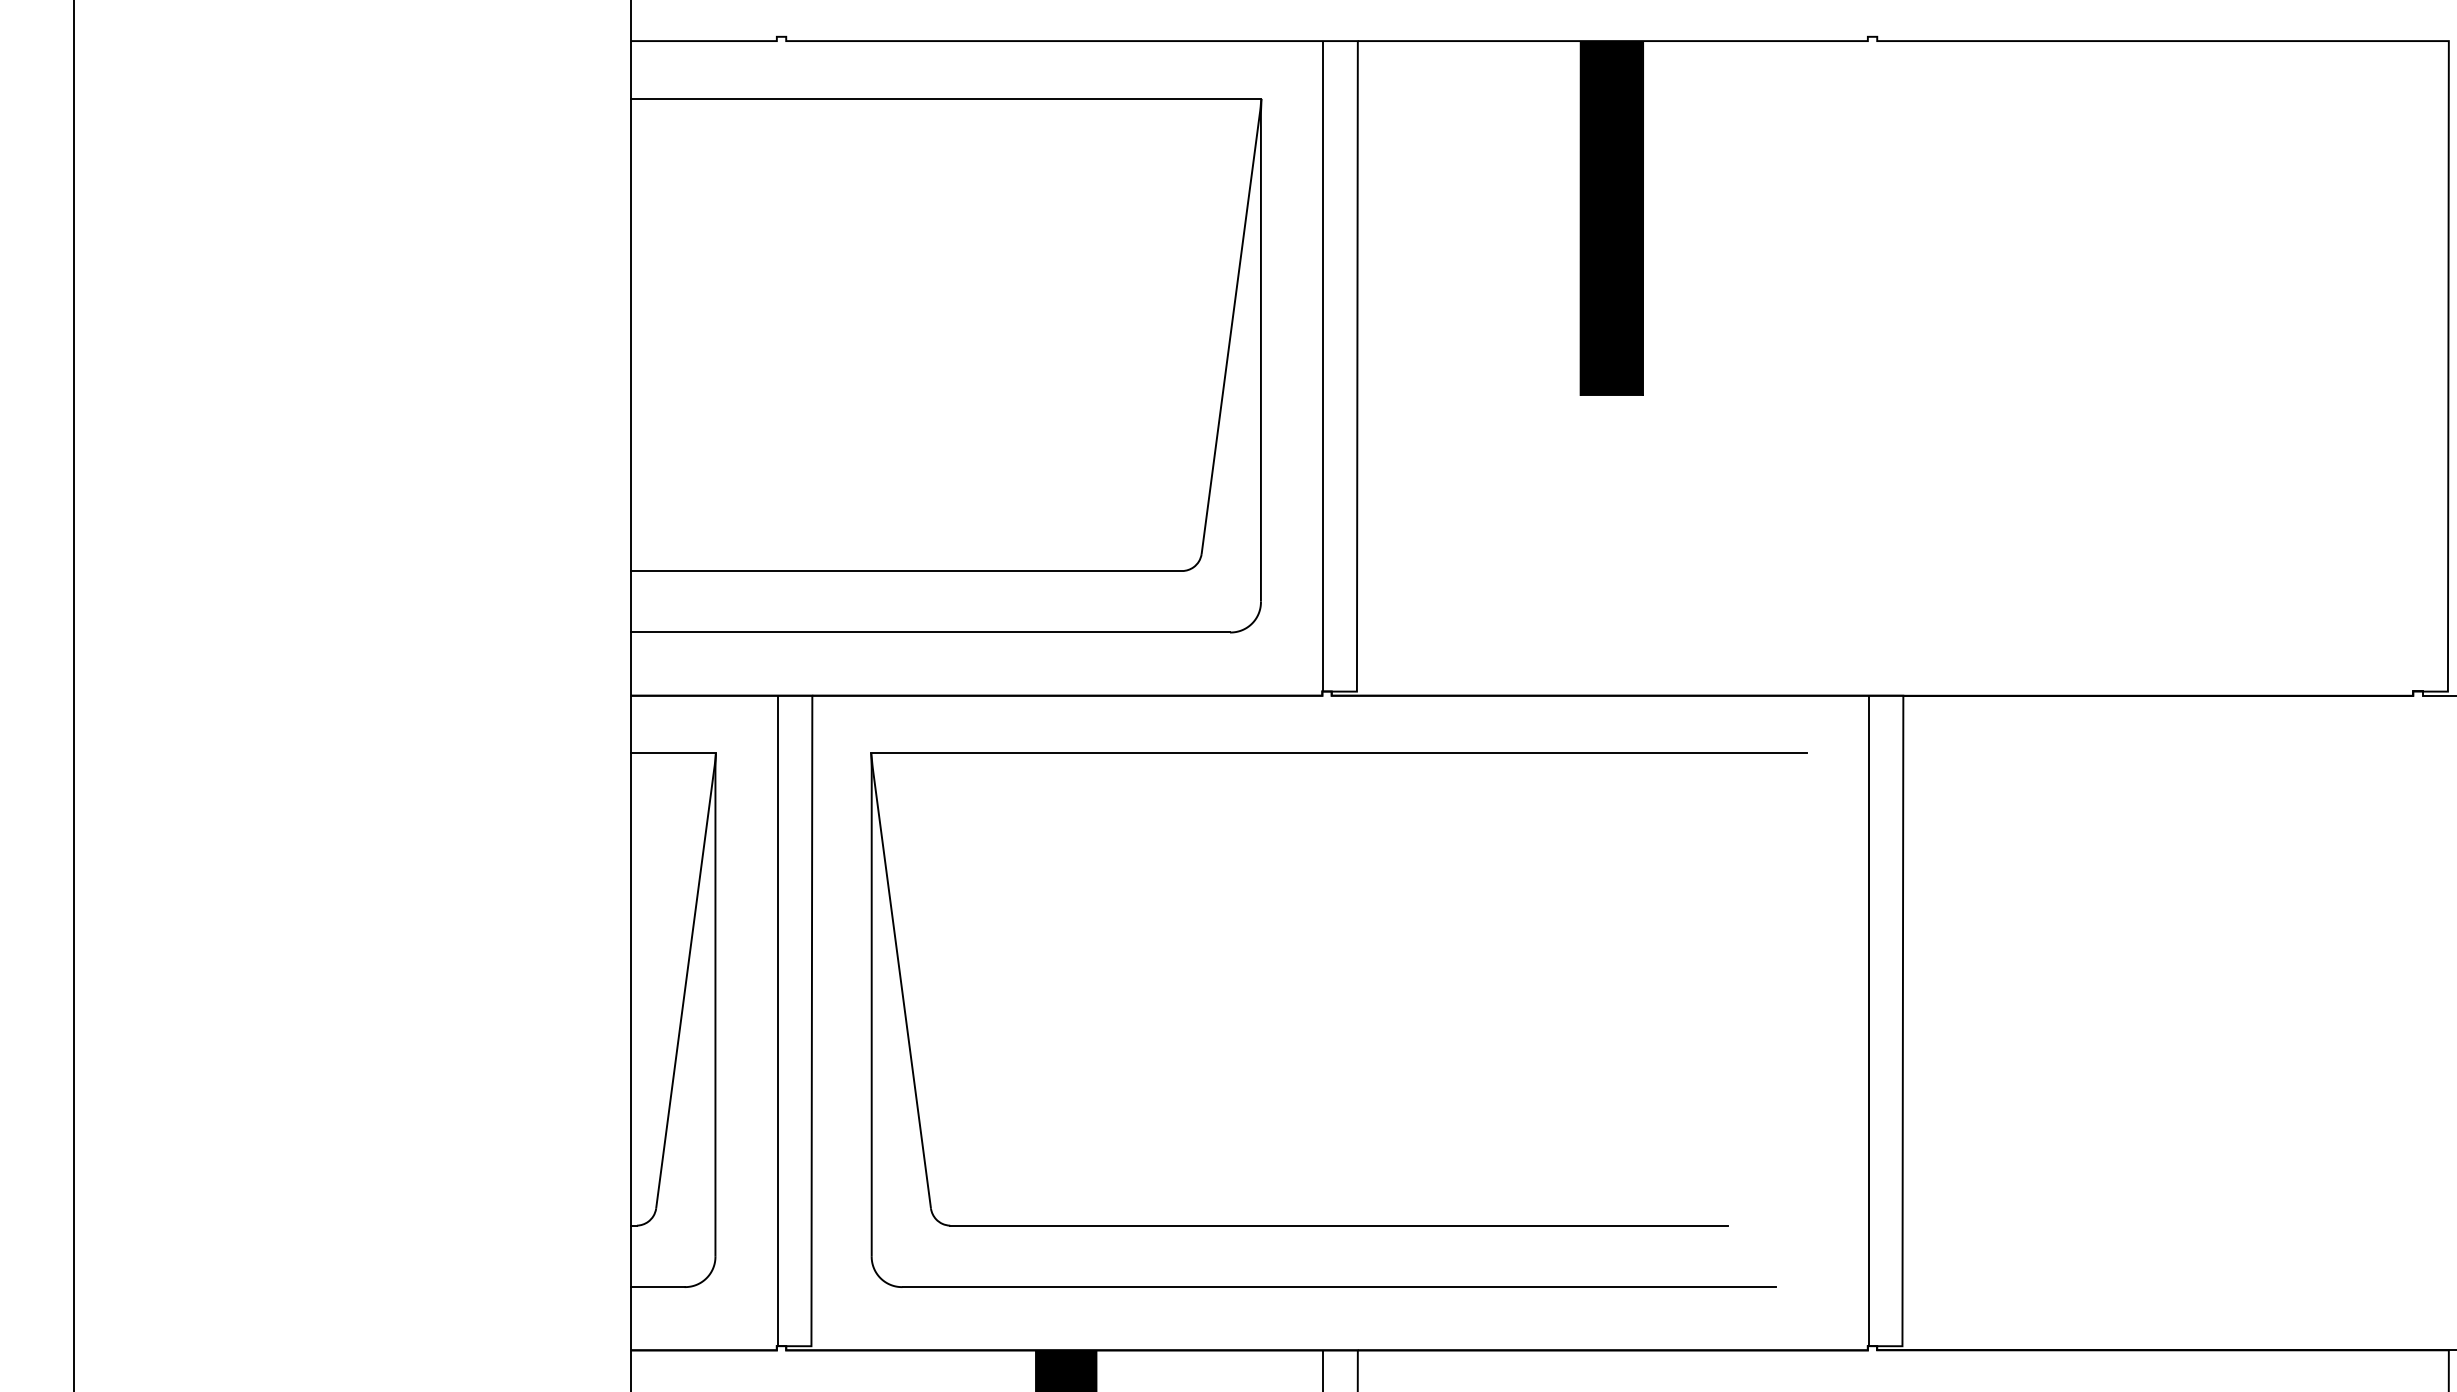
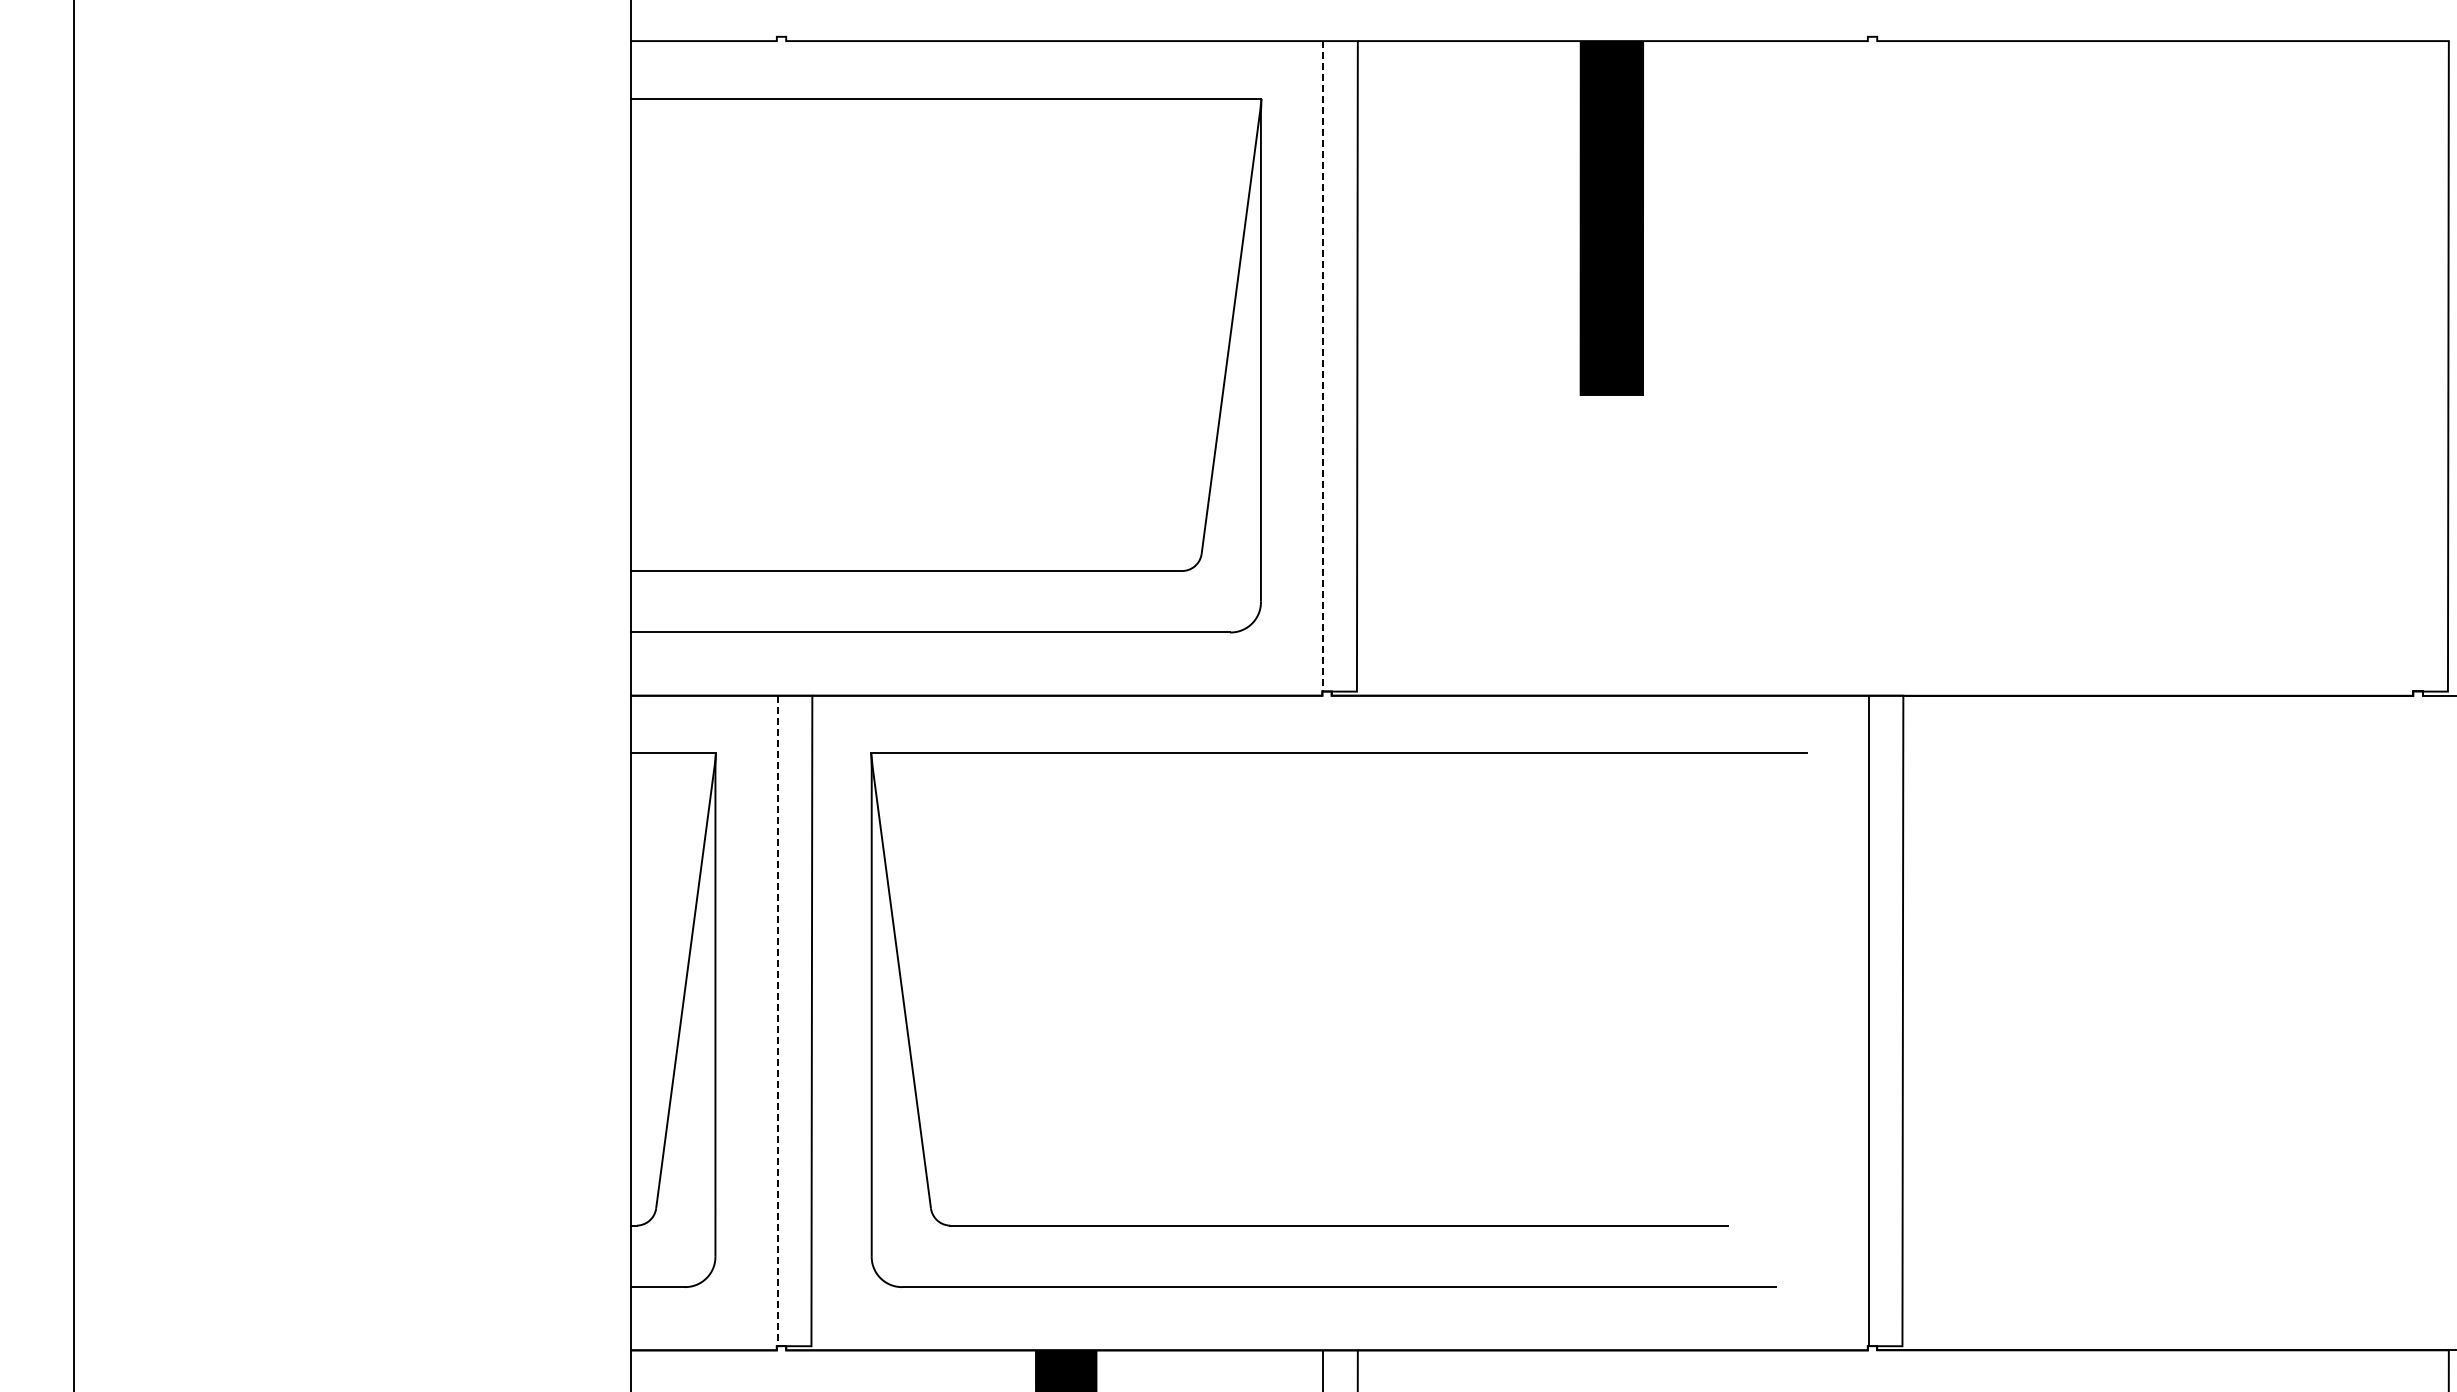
line at (1323, 366): solid -> dashed
line at (777, 1021): solid -> dashed
